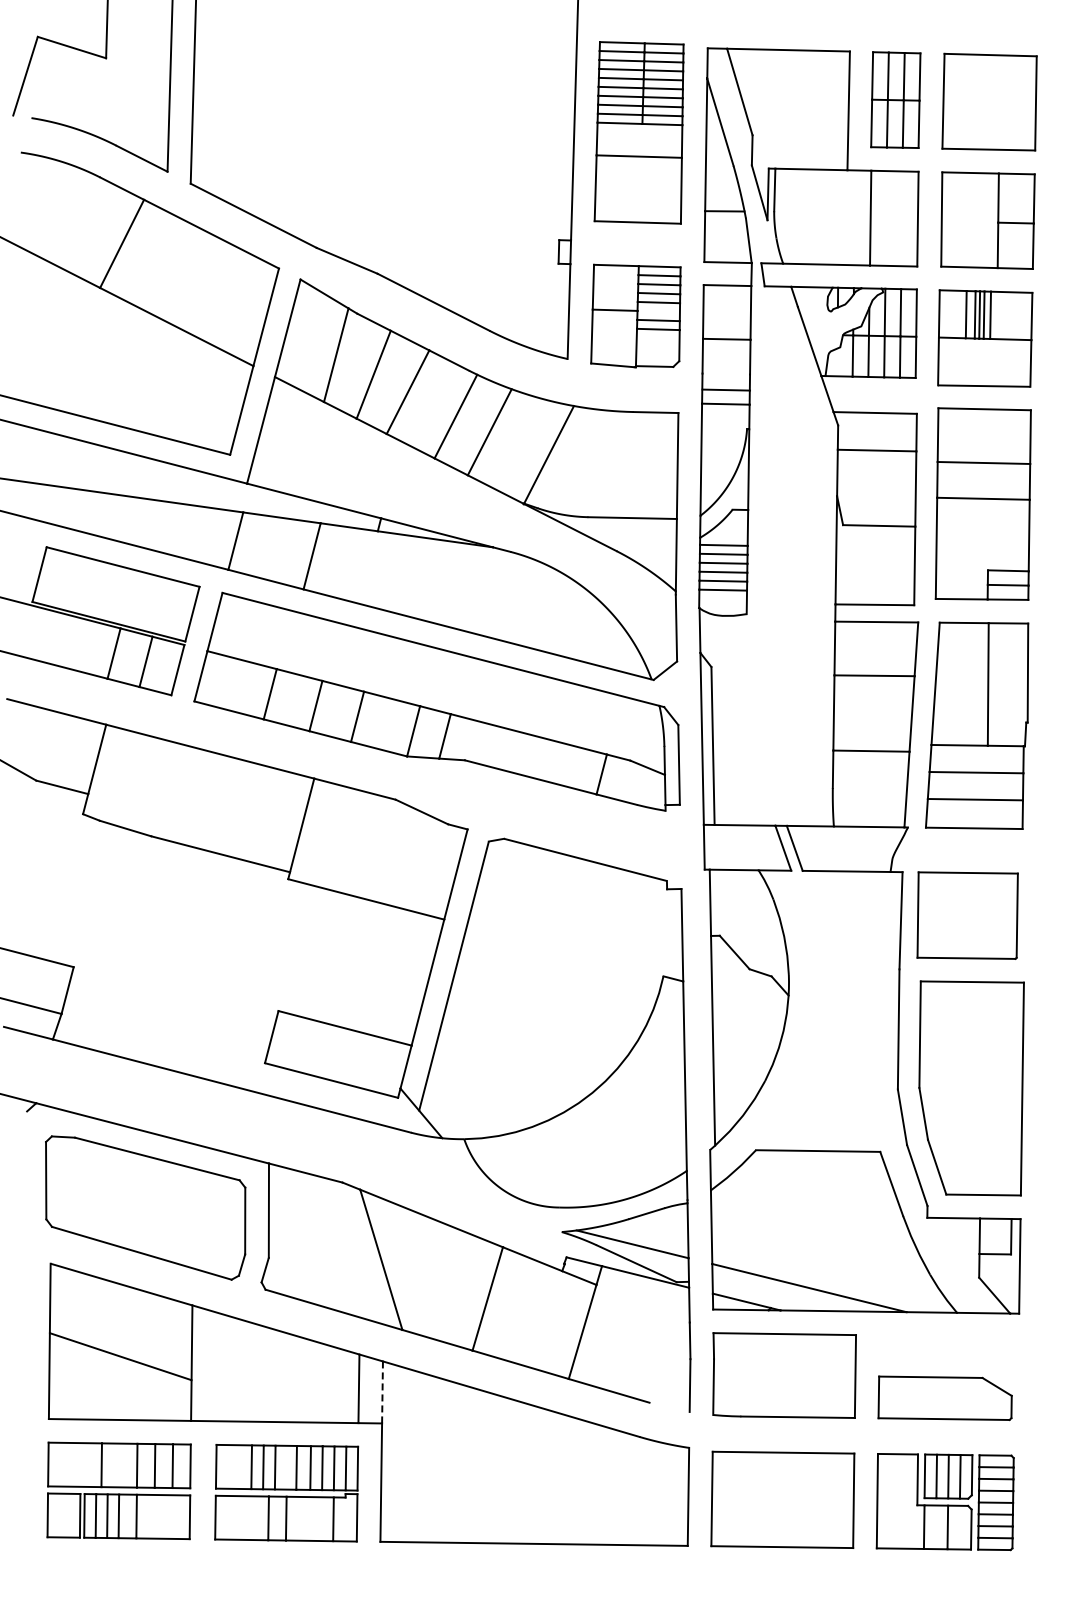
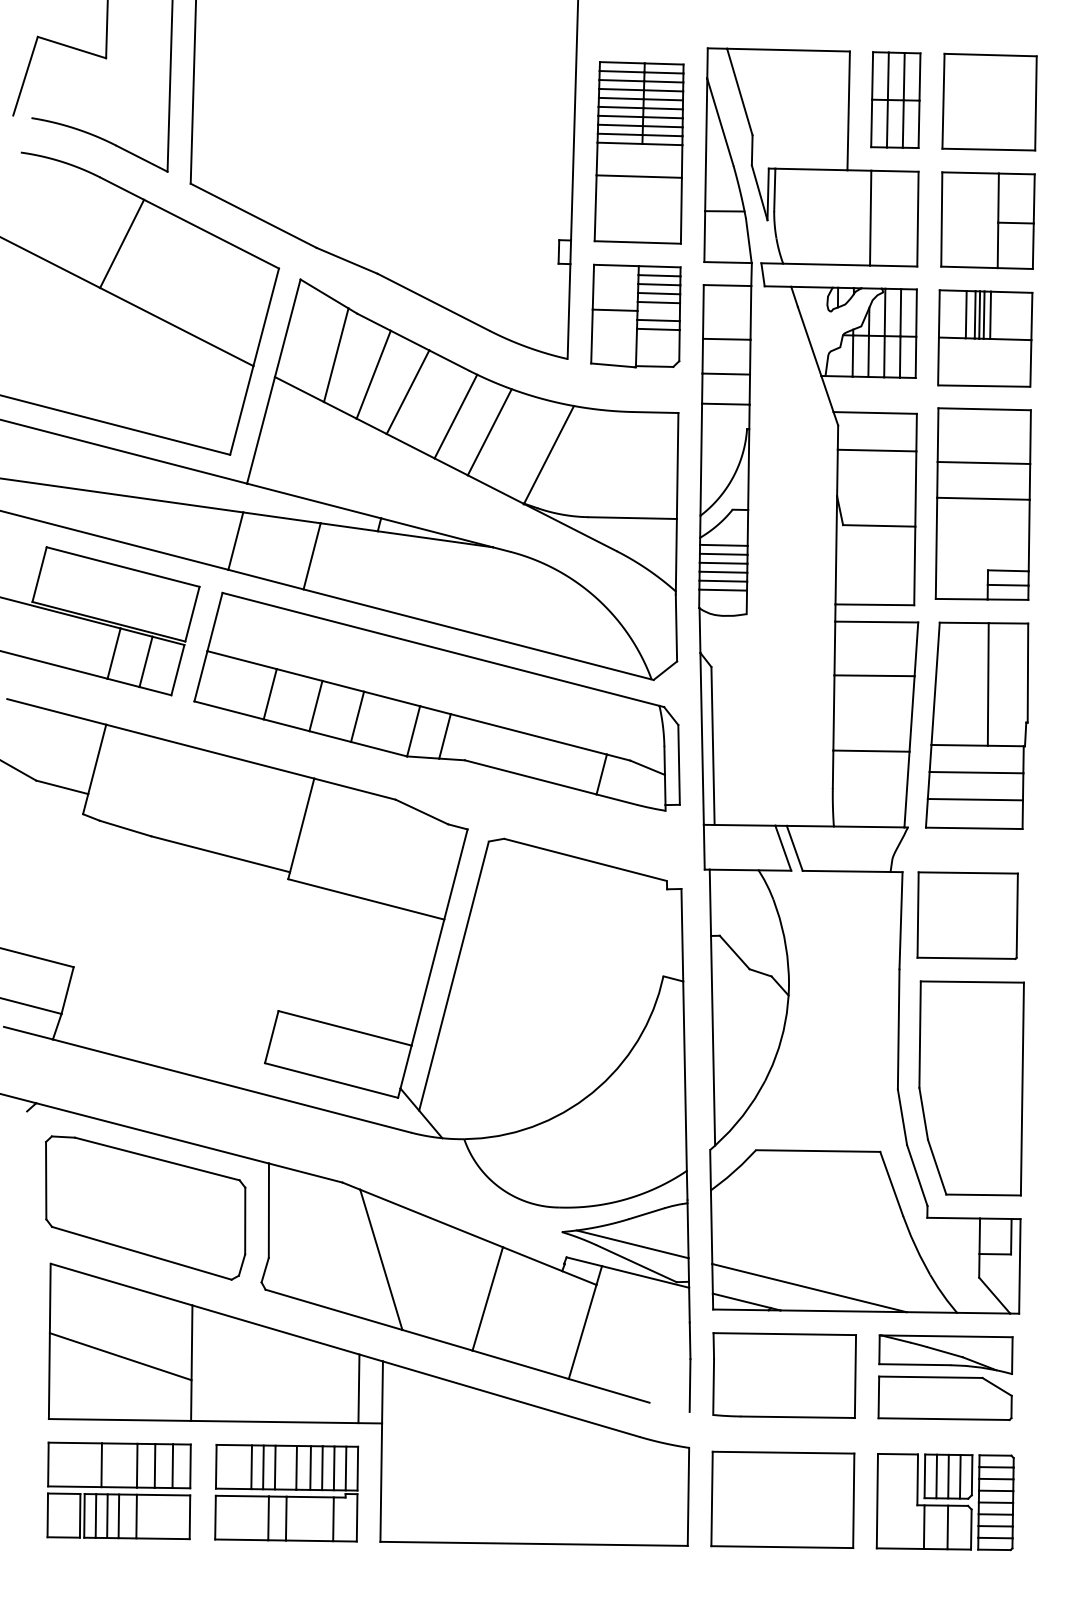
part at (638, 132) position: (638, 132) -> (638, 152)
line at (726, 389) position: (726, 389) -> (726, 373)
part at (945, 1354): none -> present
line at (382, 1392): dashed -> solid
